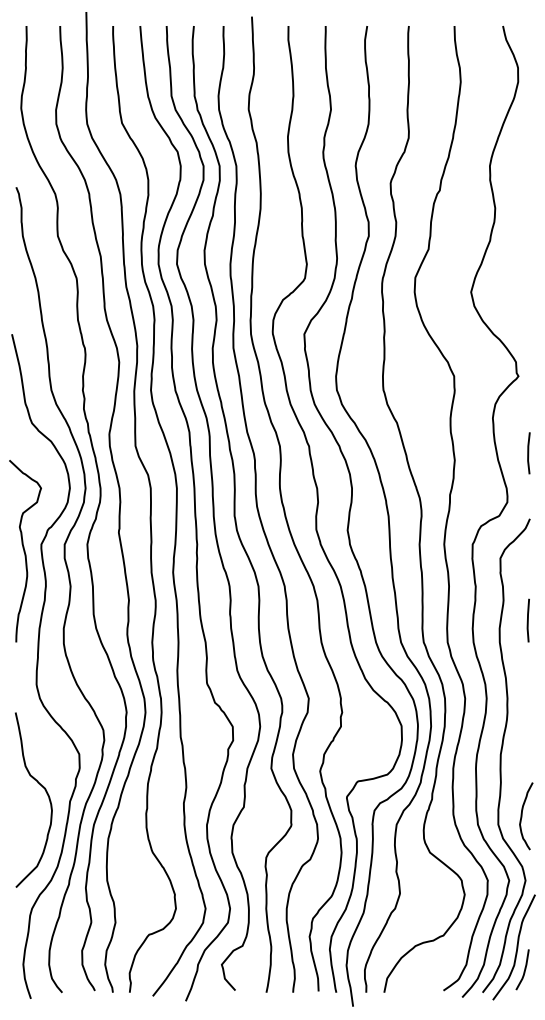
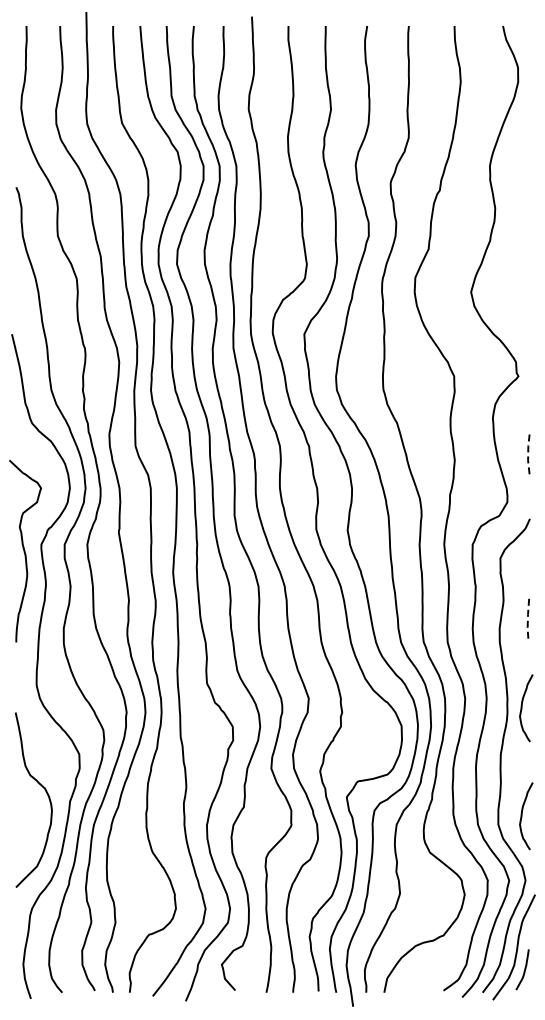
line at (528, 453): solid -> dashed
line at (527, 620): solid -> dashed
curve at (522, 708): none -> present
